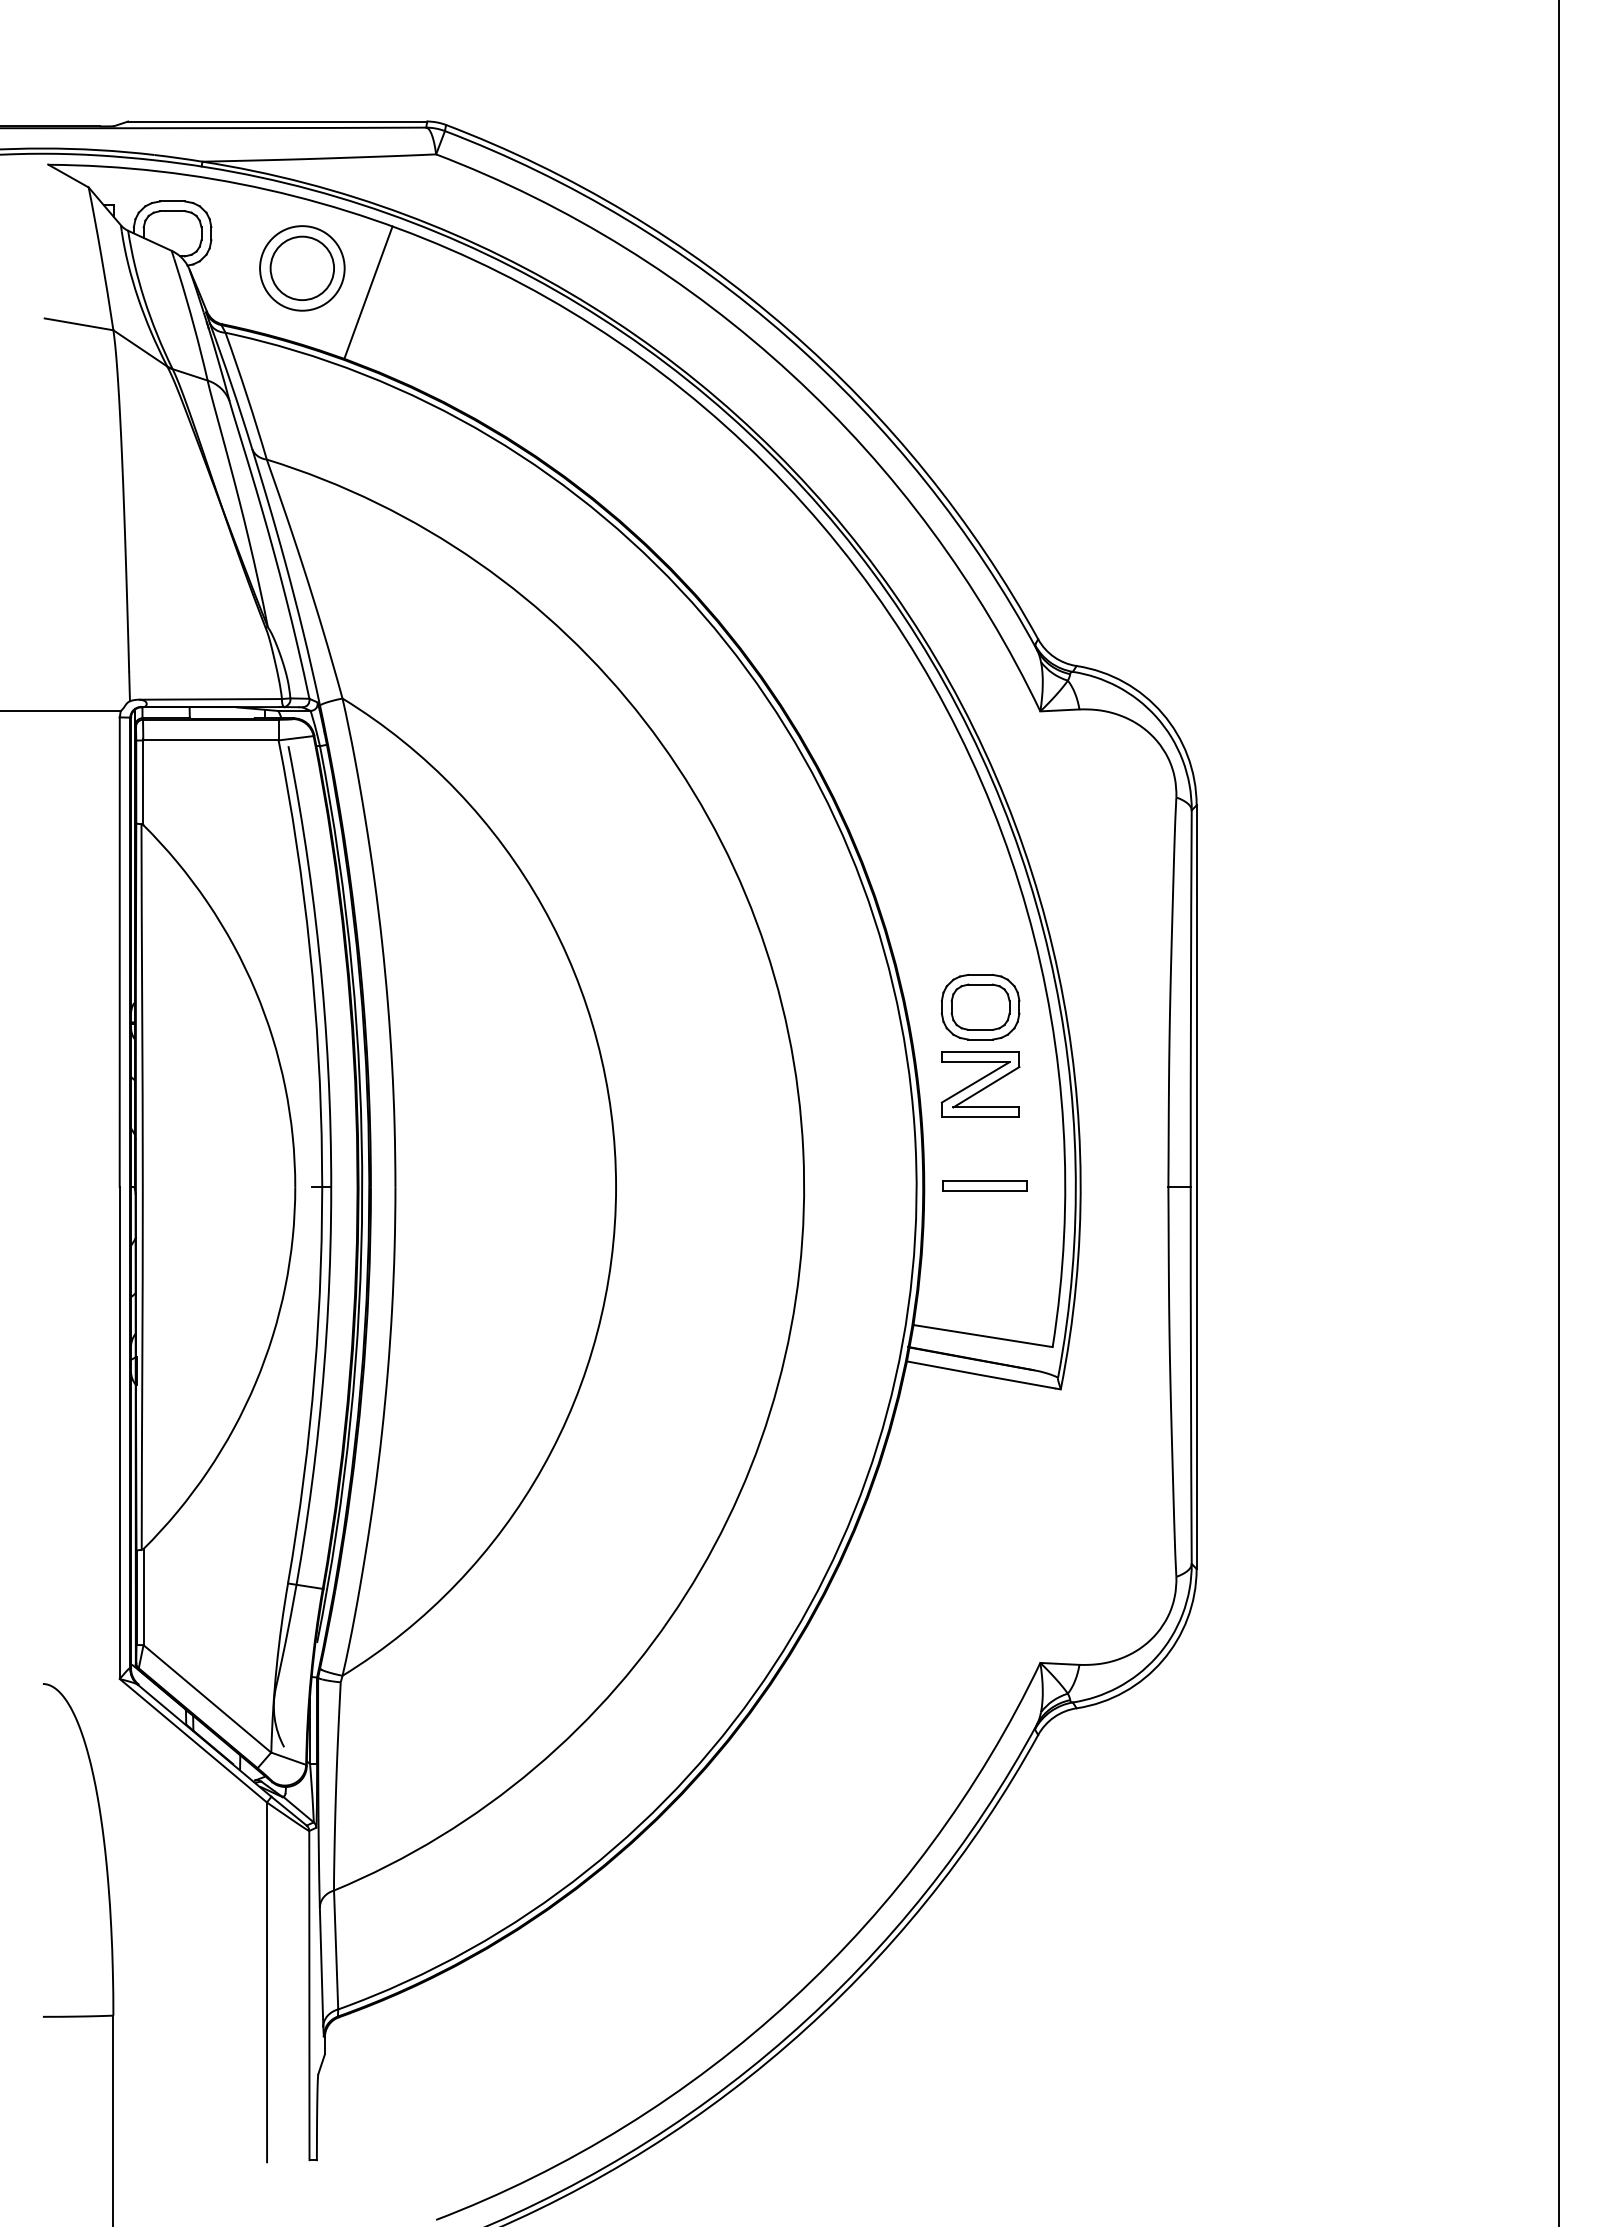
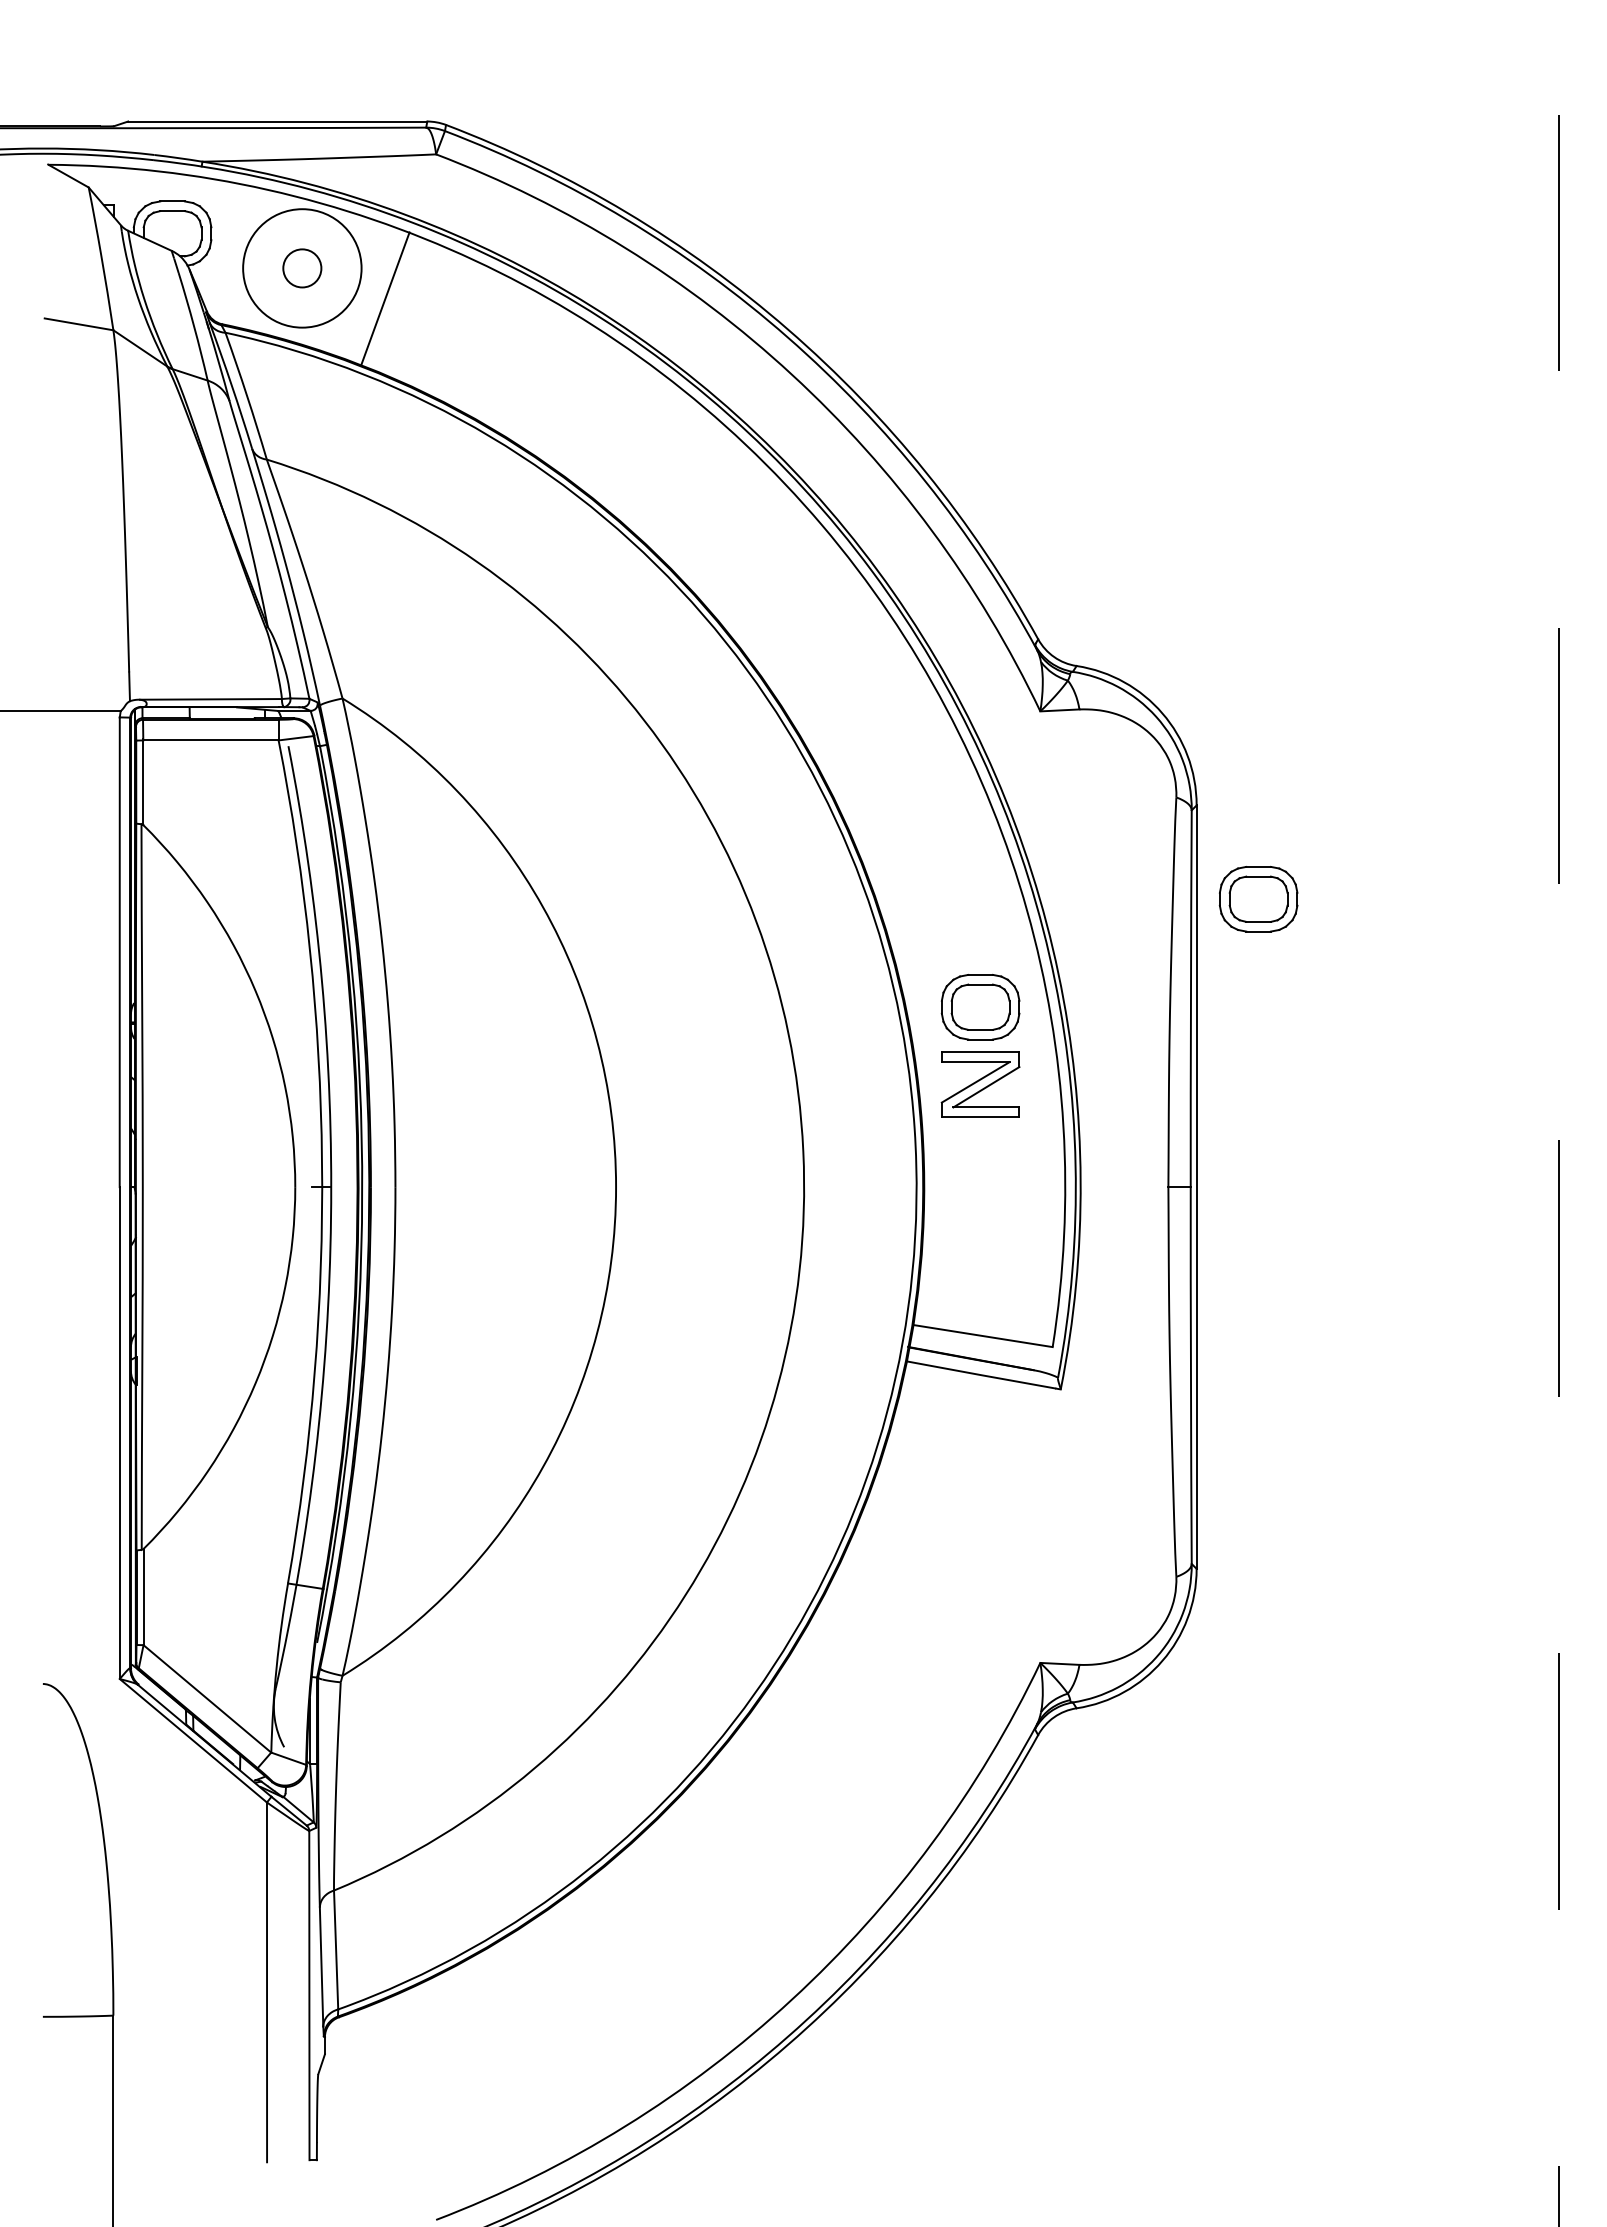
circle at (302, 268) diameter: 63 px -> 38 px
circle at (302, 268) diameter: 85 px -> 118 px
line at (368, 292) position: (368, 292) -> (385, 298)
part at (1258, 899): none -> present
line at (1558, 1113): solid -> dashed
part at (984, 1185): present -> none
